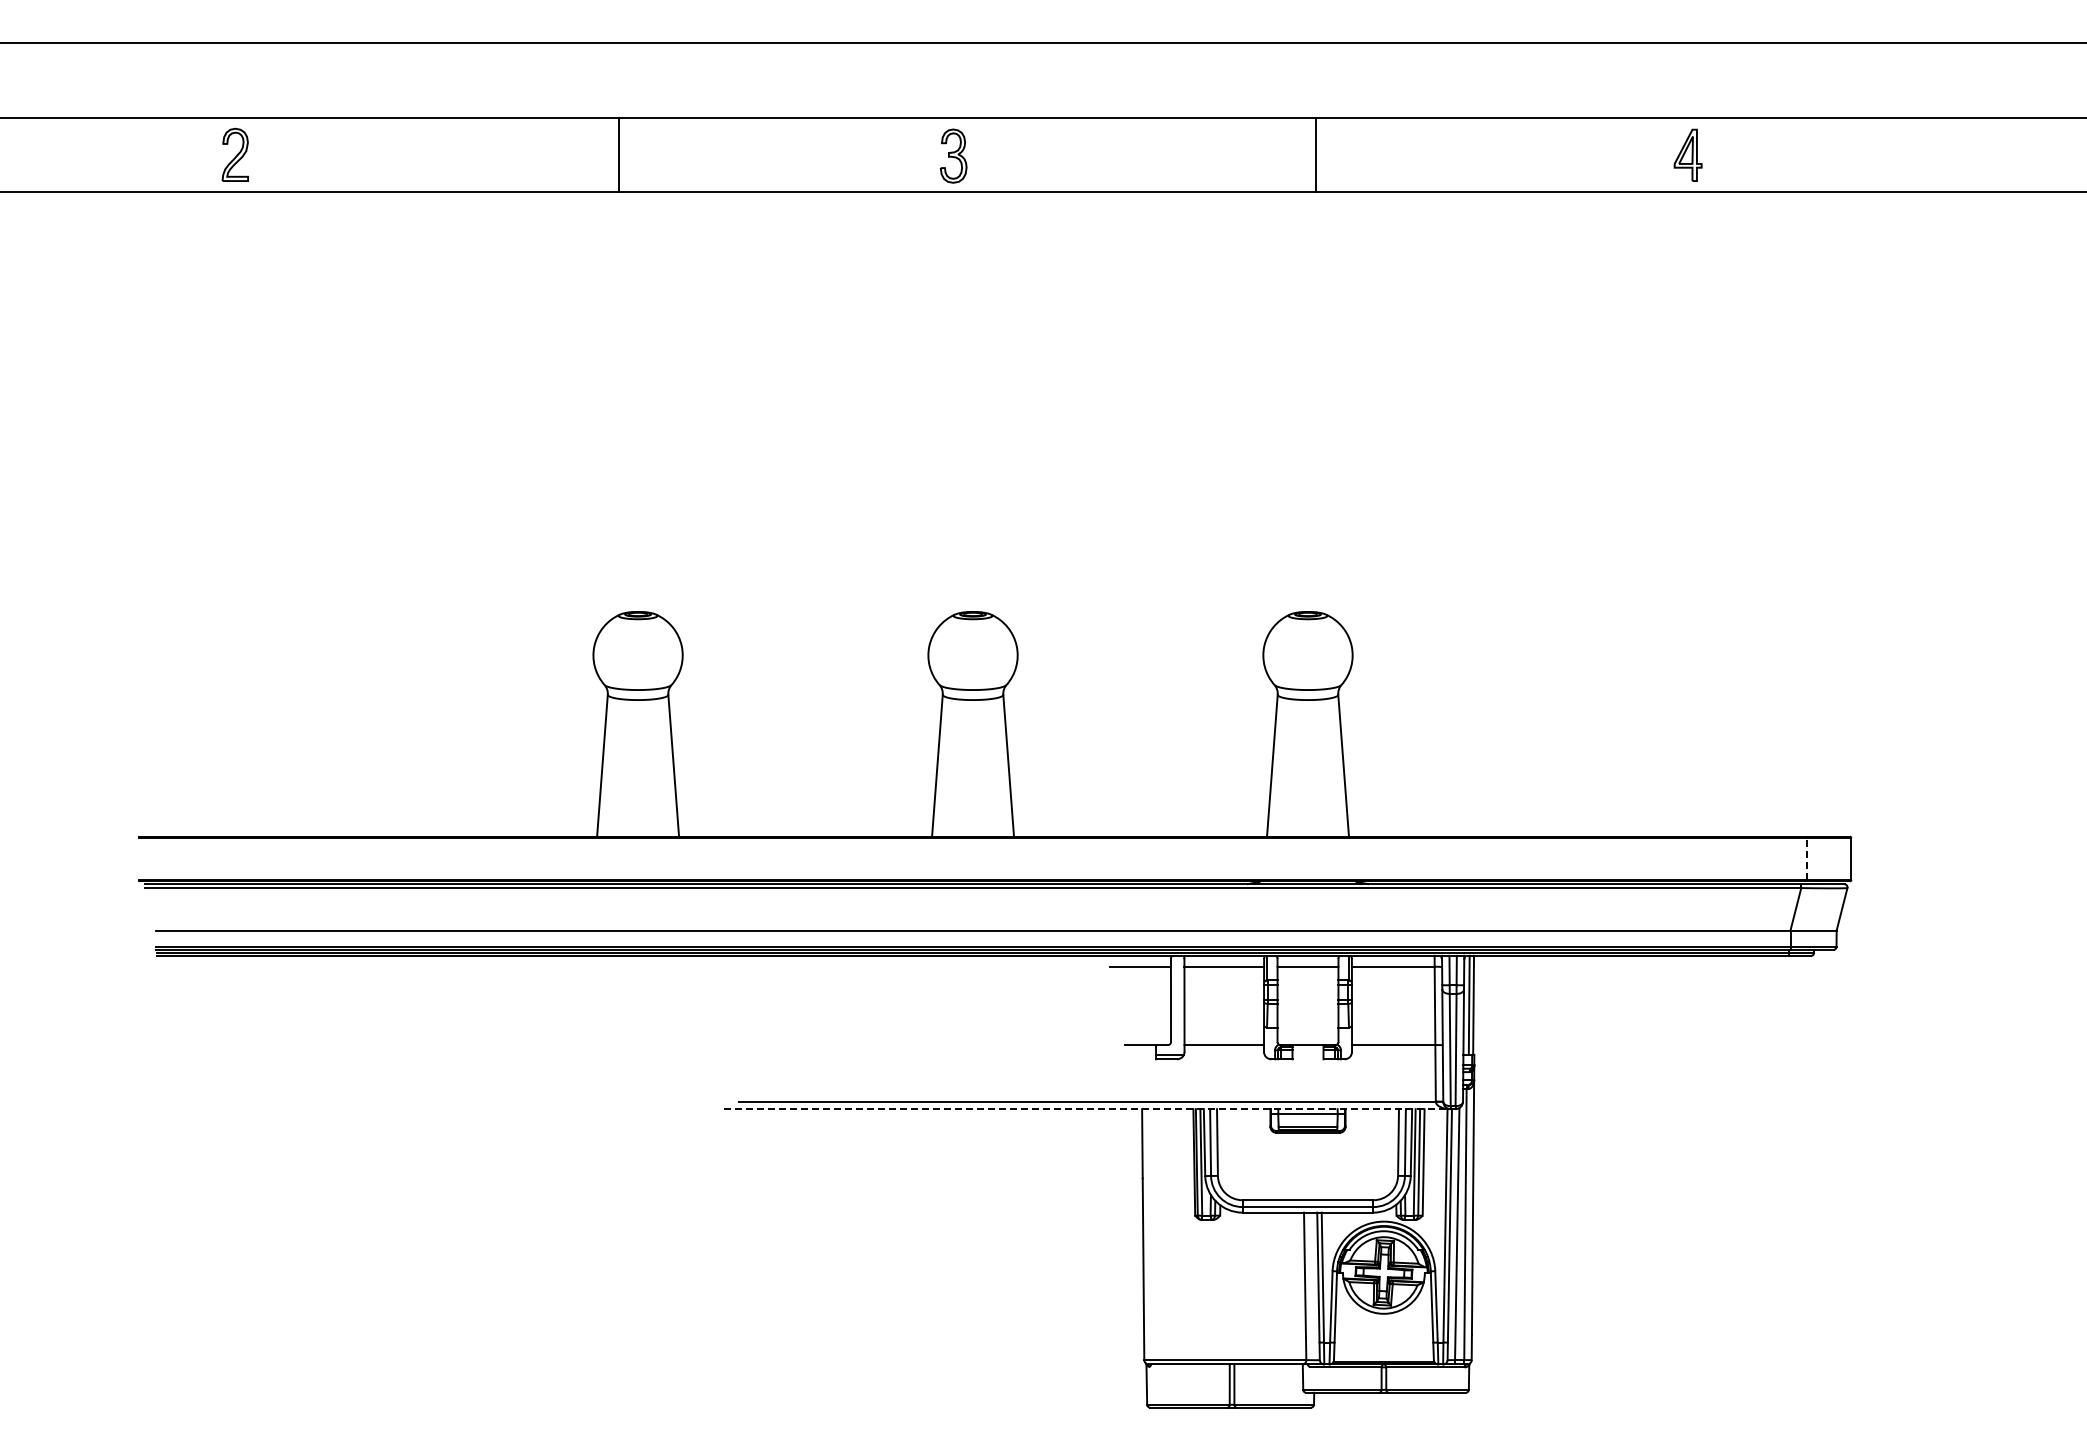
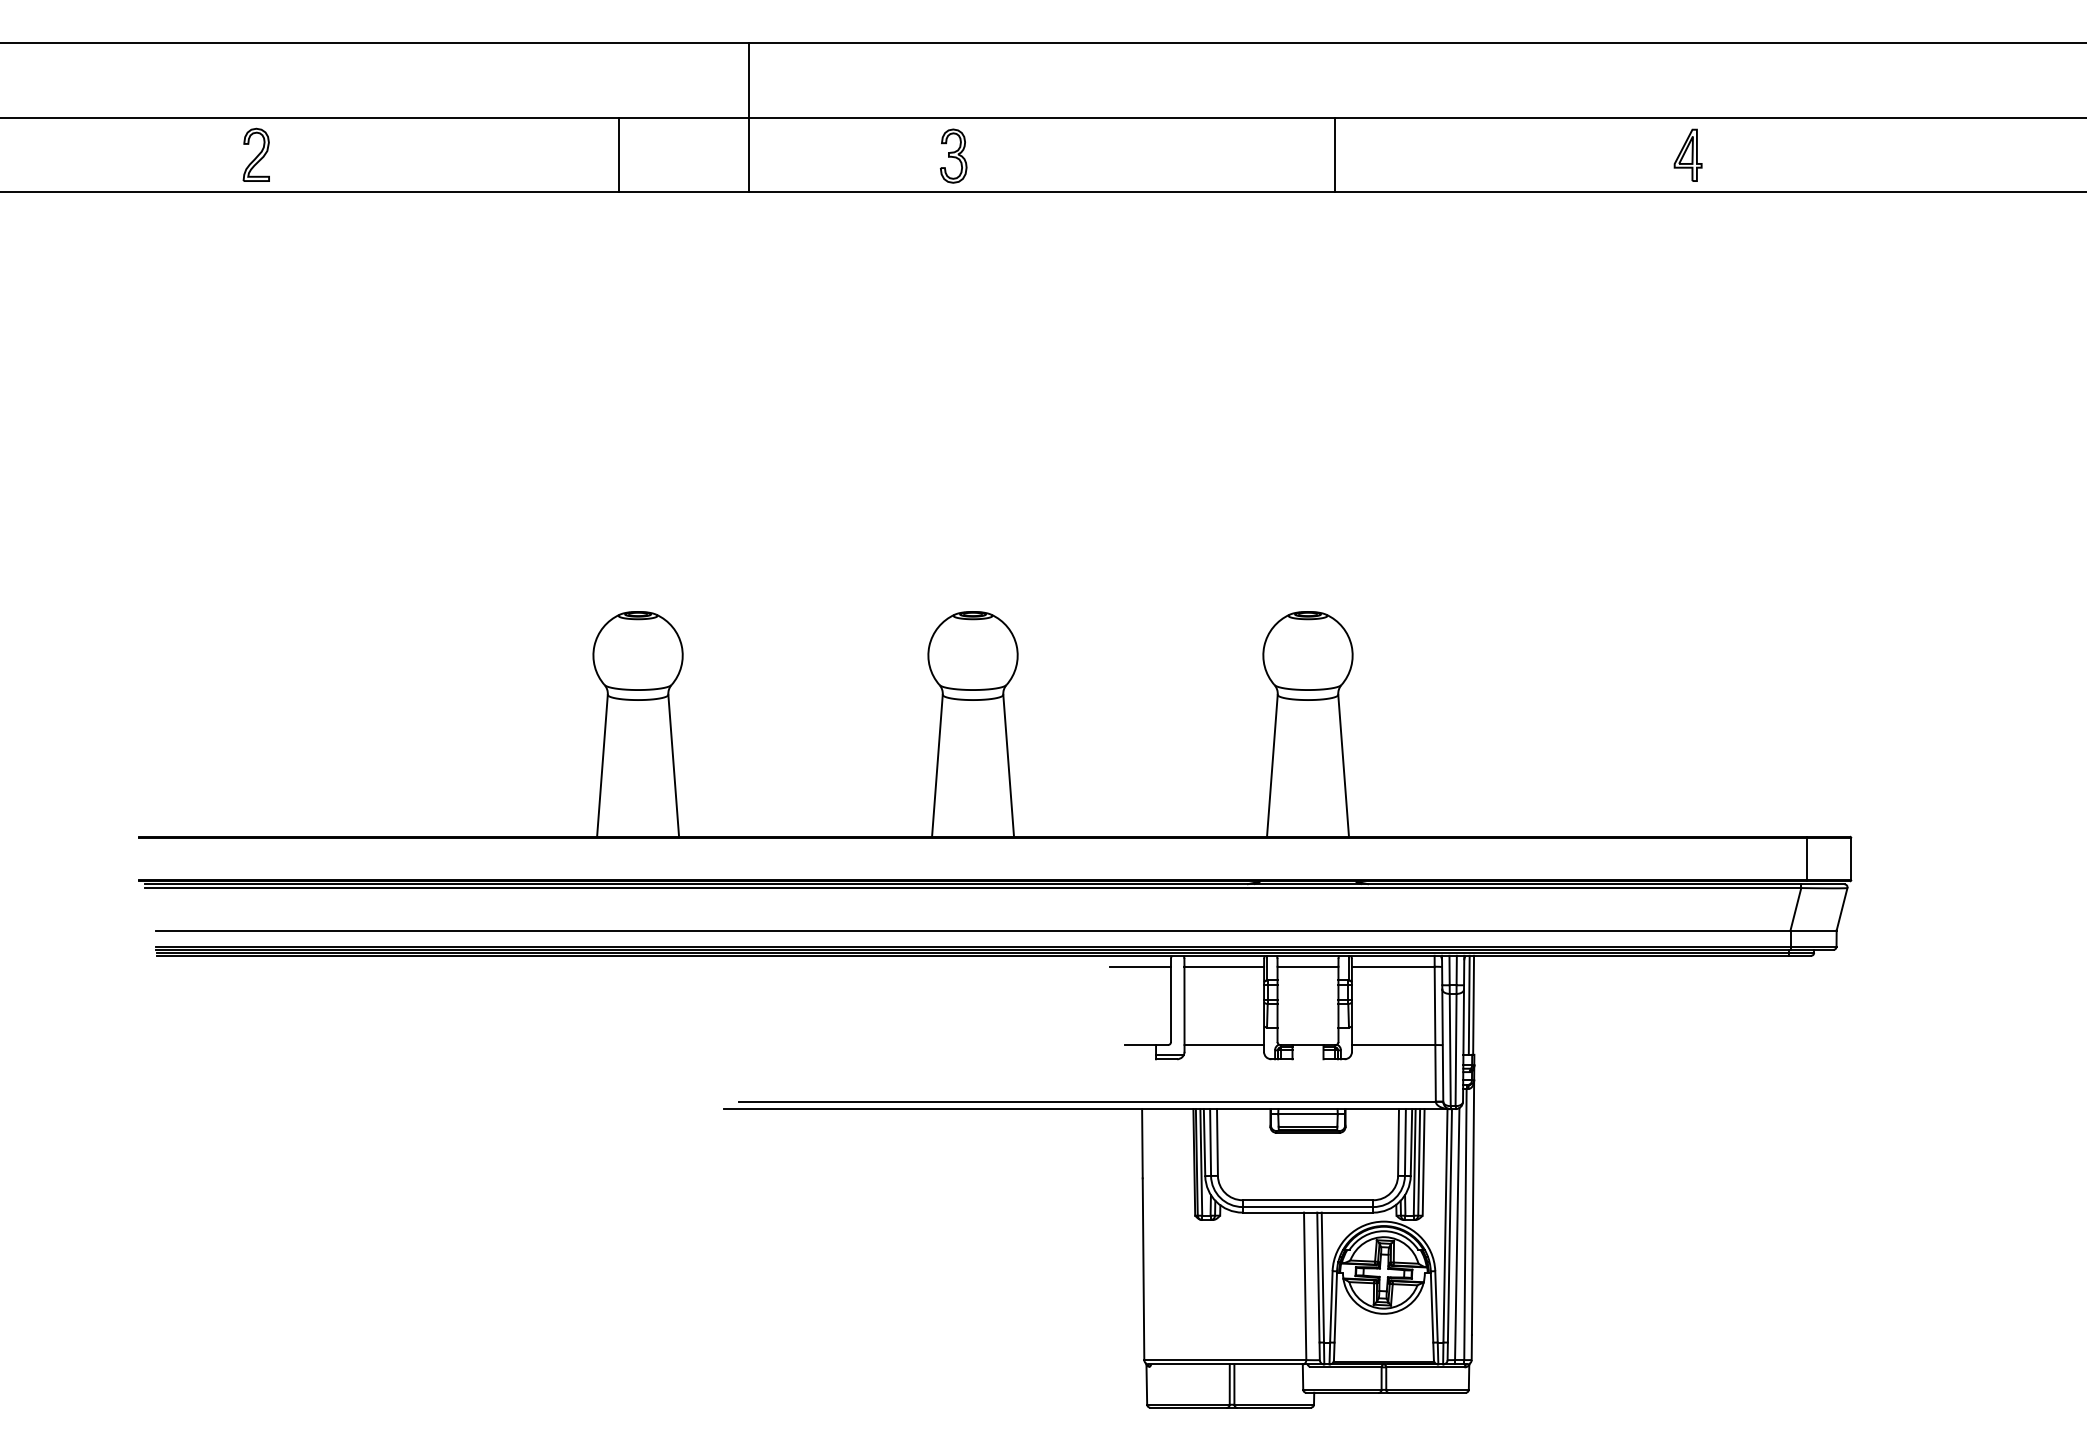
line at (749, 117): none -> present
part at (234, 154) position: (234, 154) -> (255, 154)
line at (1316, 154) position: (1316, 154) -> (1335, 154)
line at (1806, 859): dashed -> solid
line at (1087, 1109): dashed -> solid
